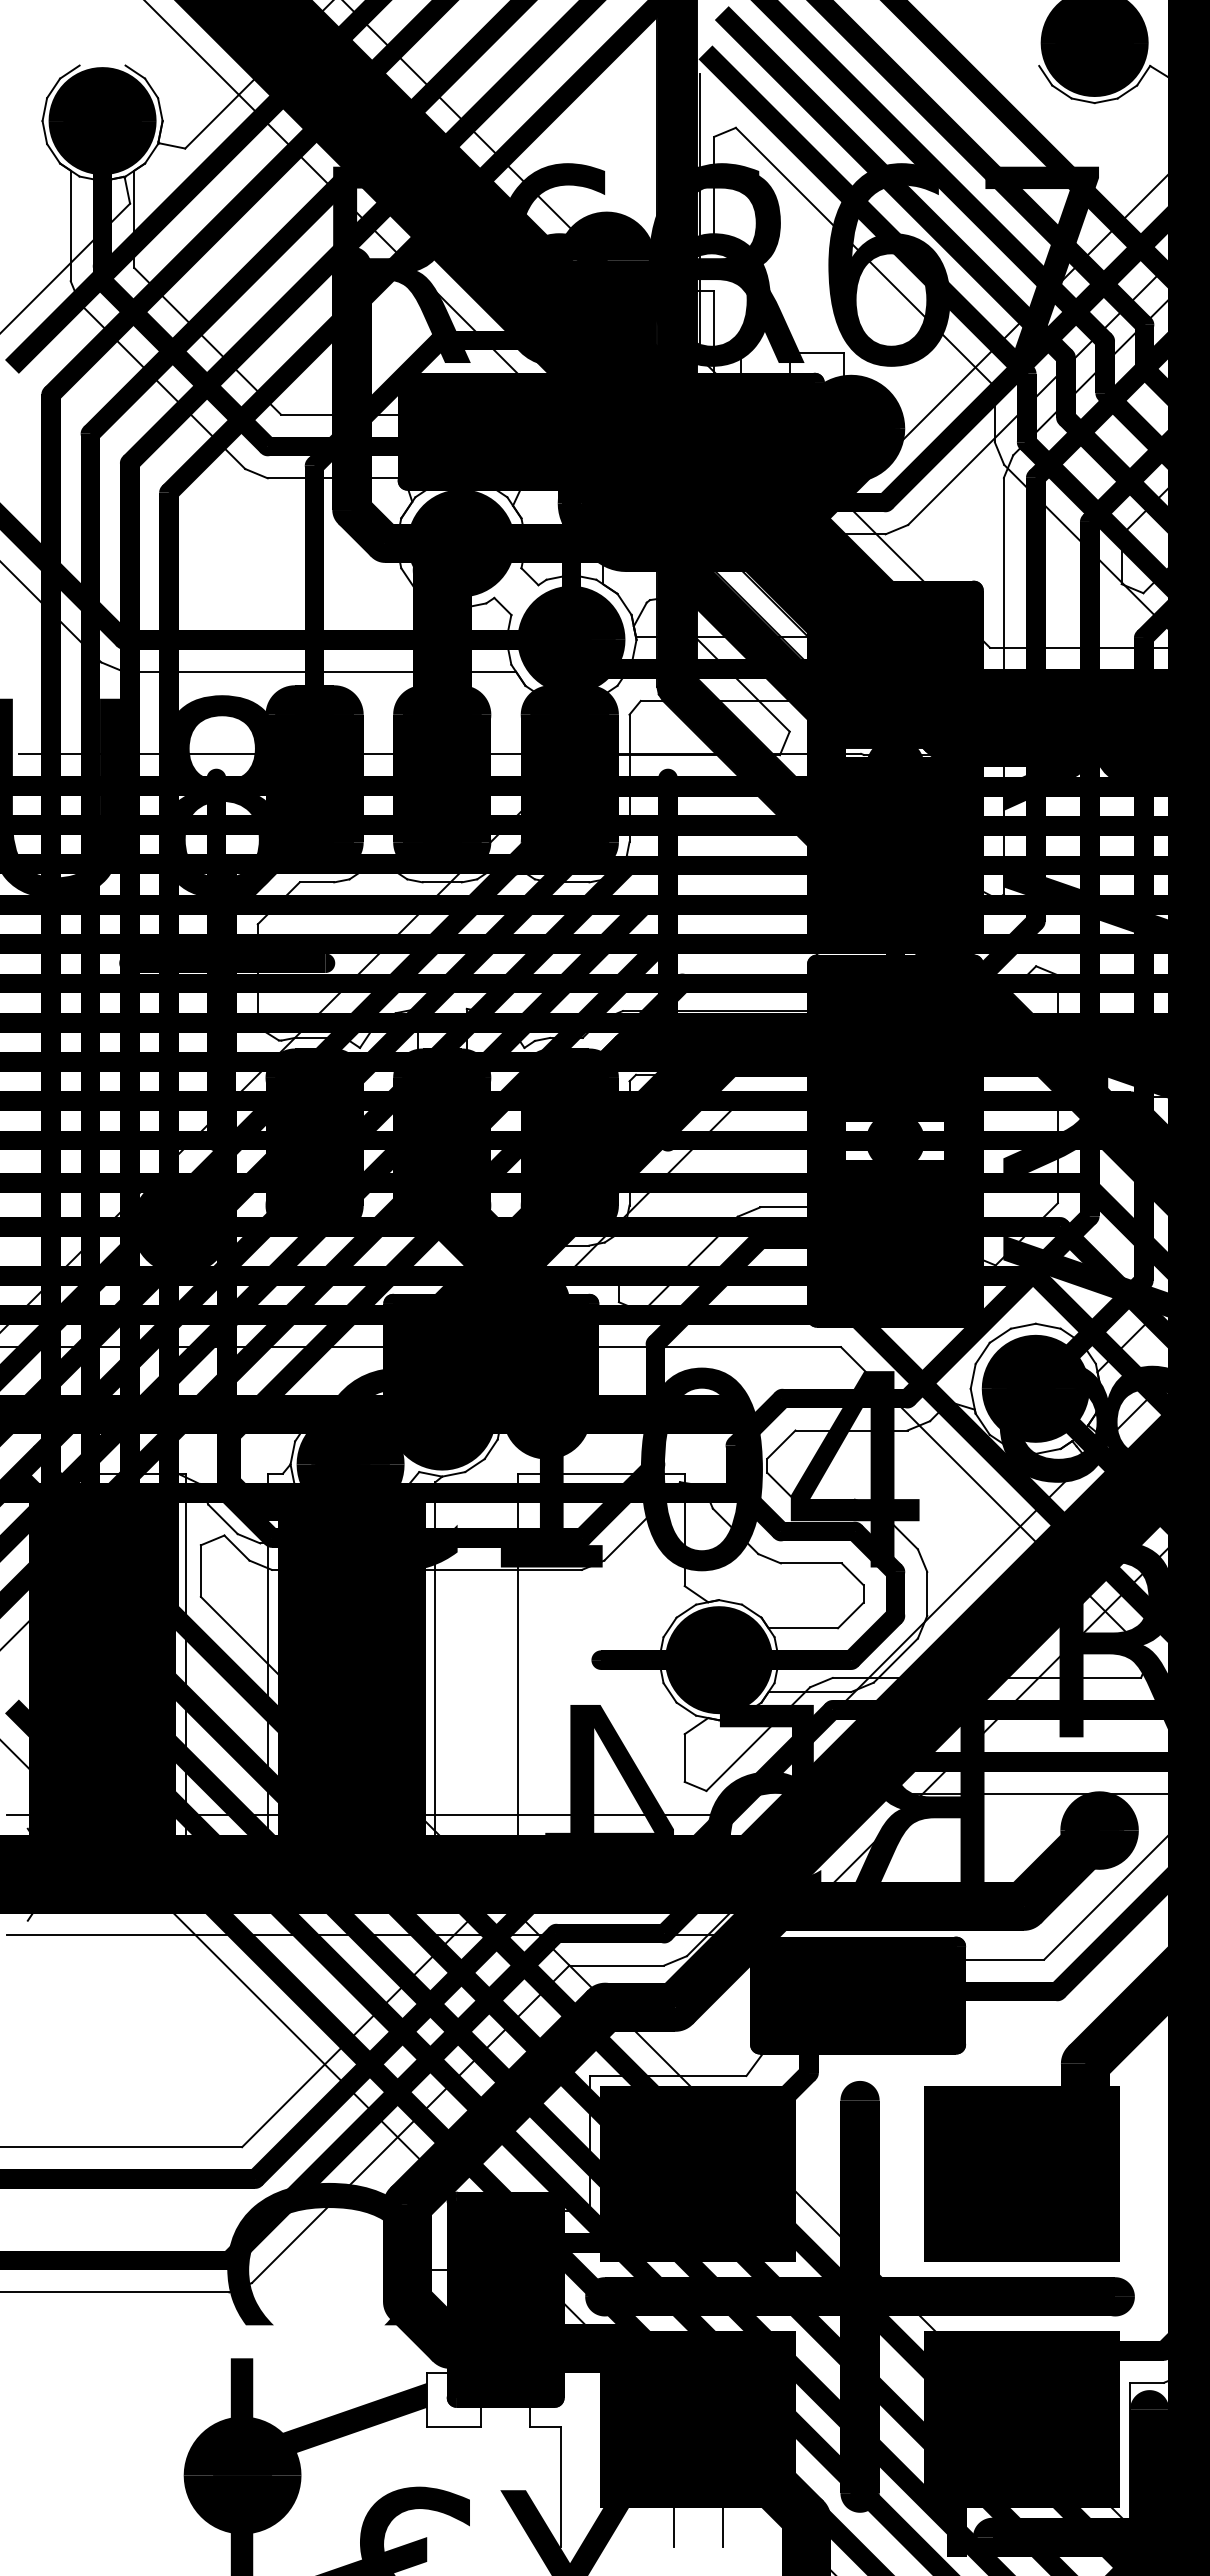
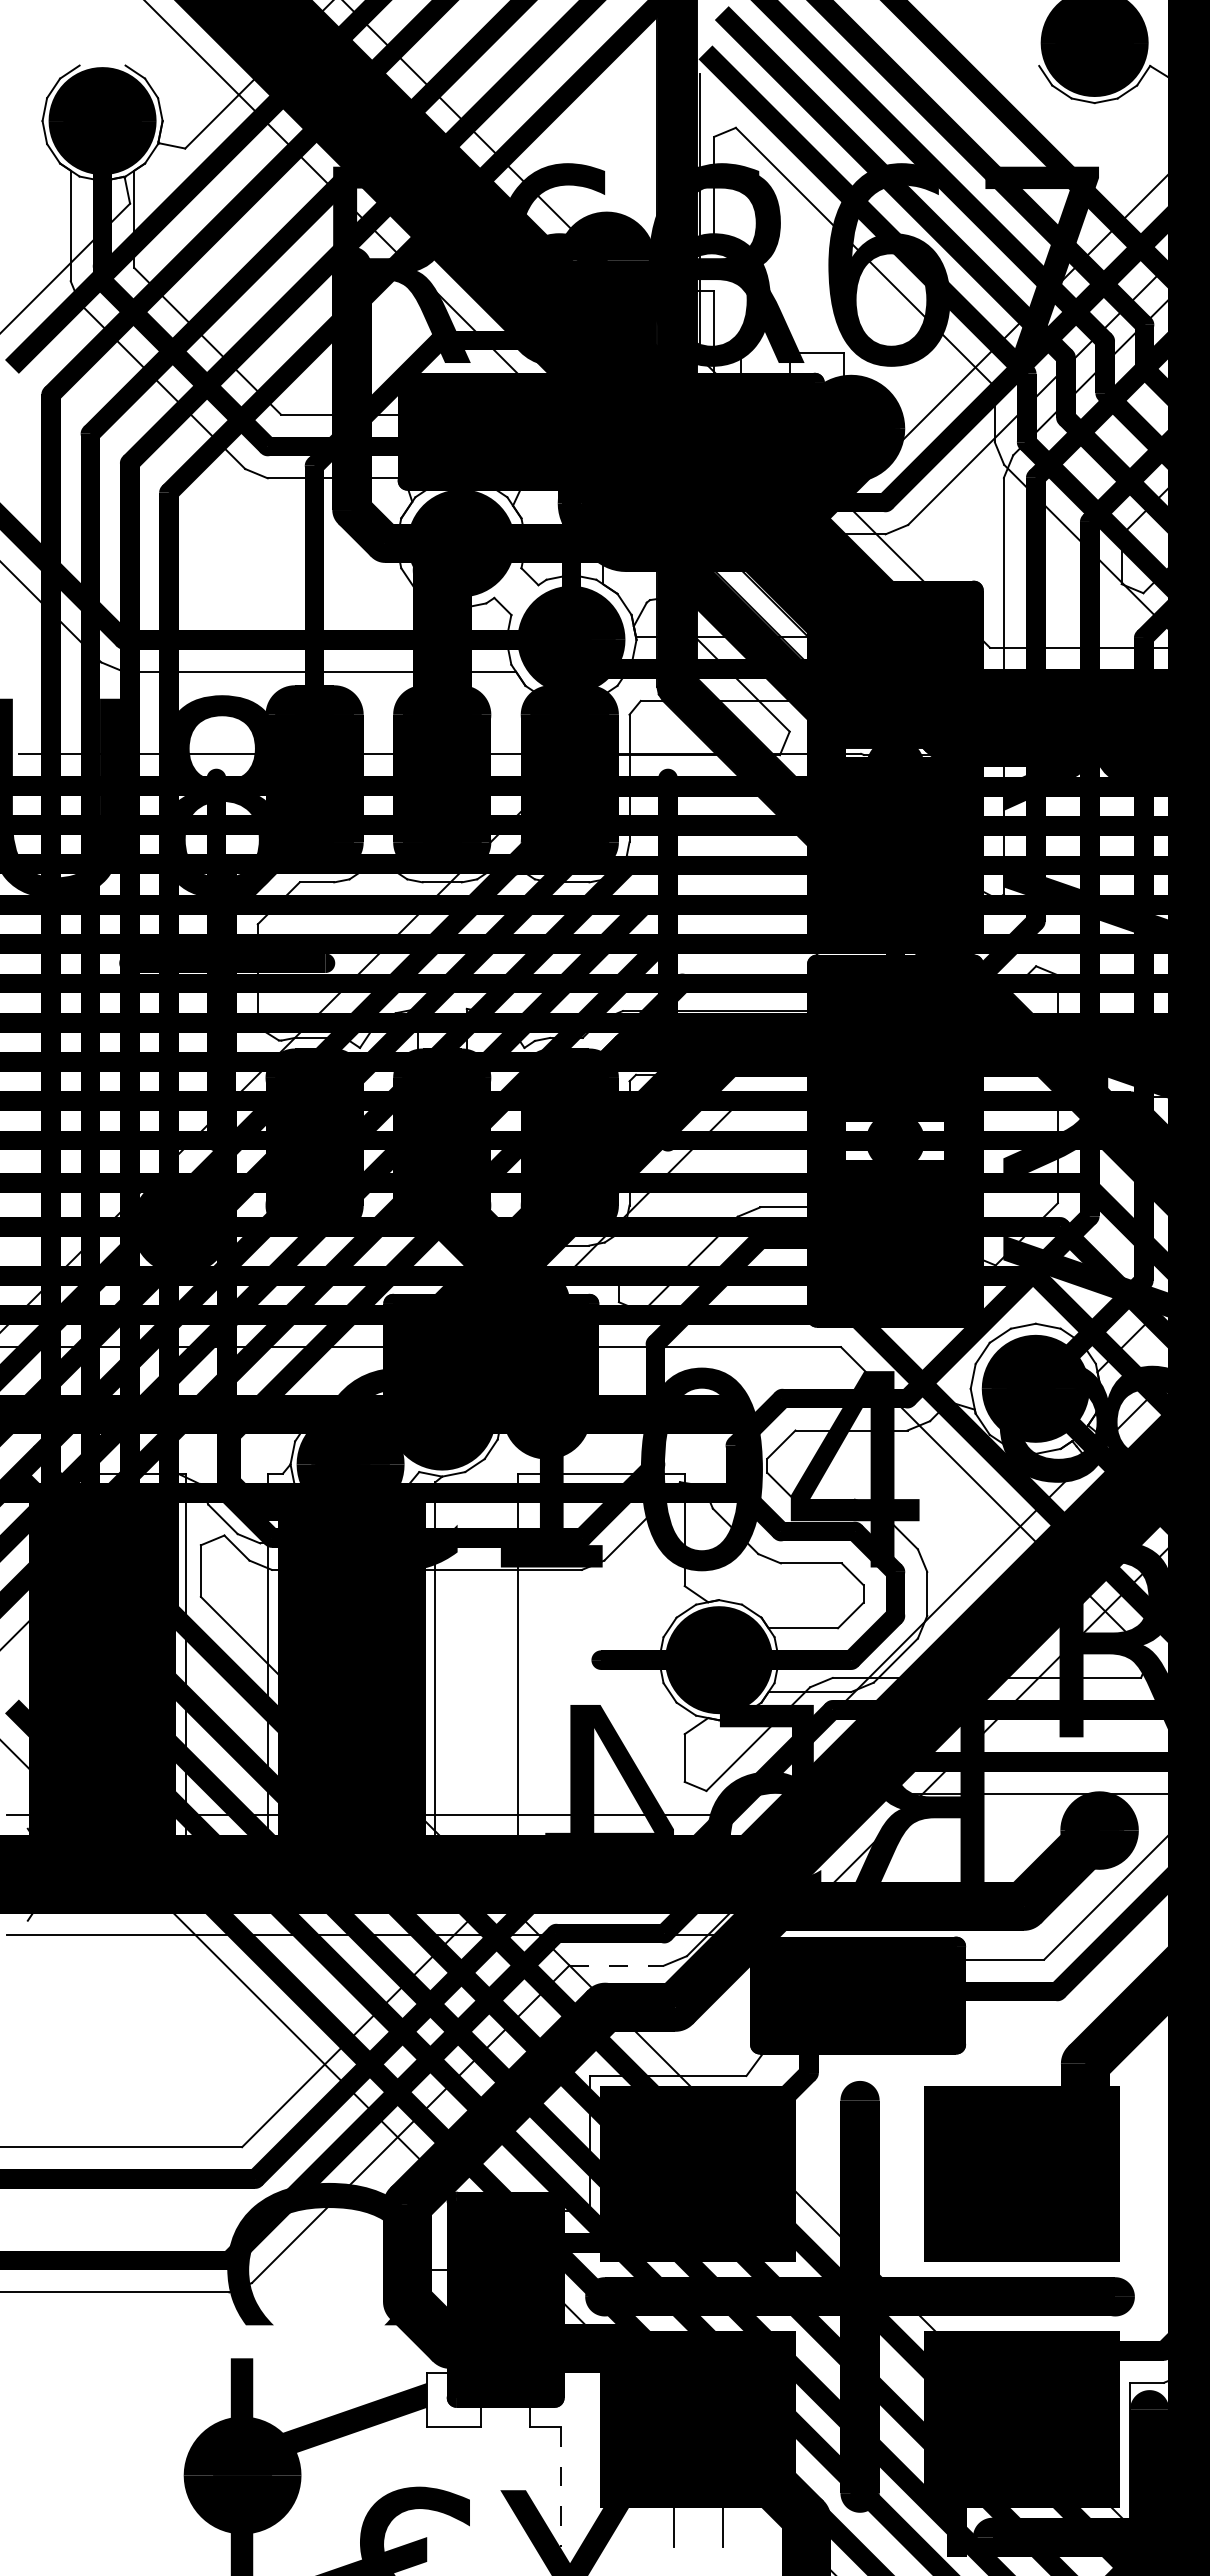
line at (617, 1965): solid -> dashed
line at (560, 2487): solid -> dashed
